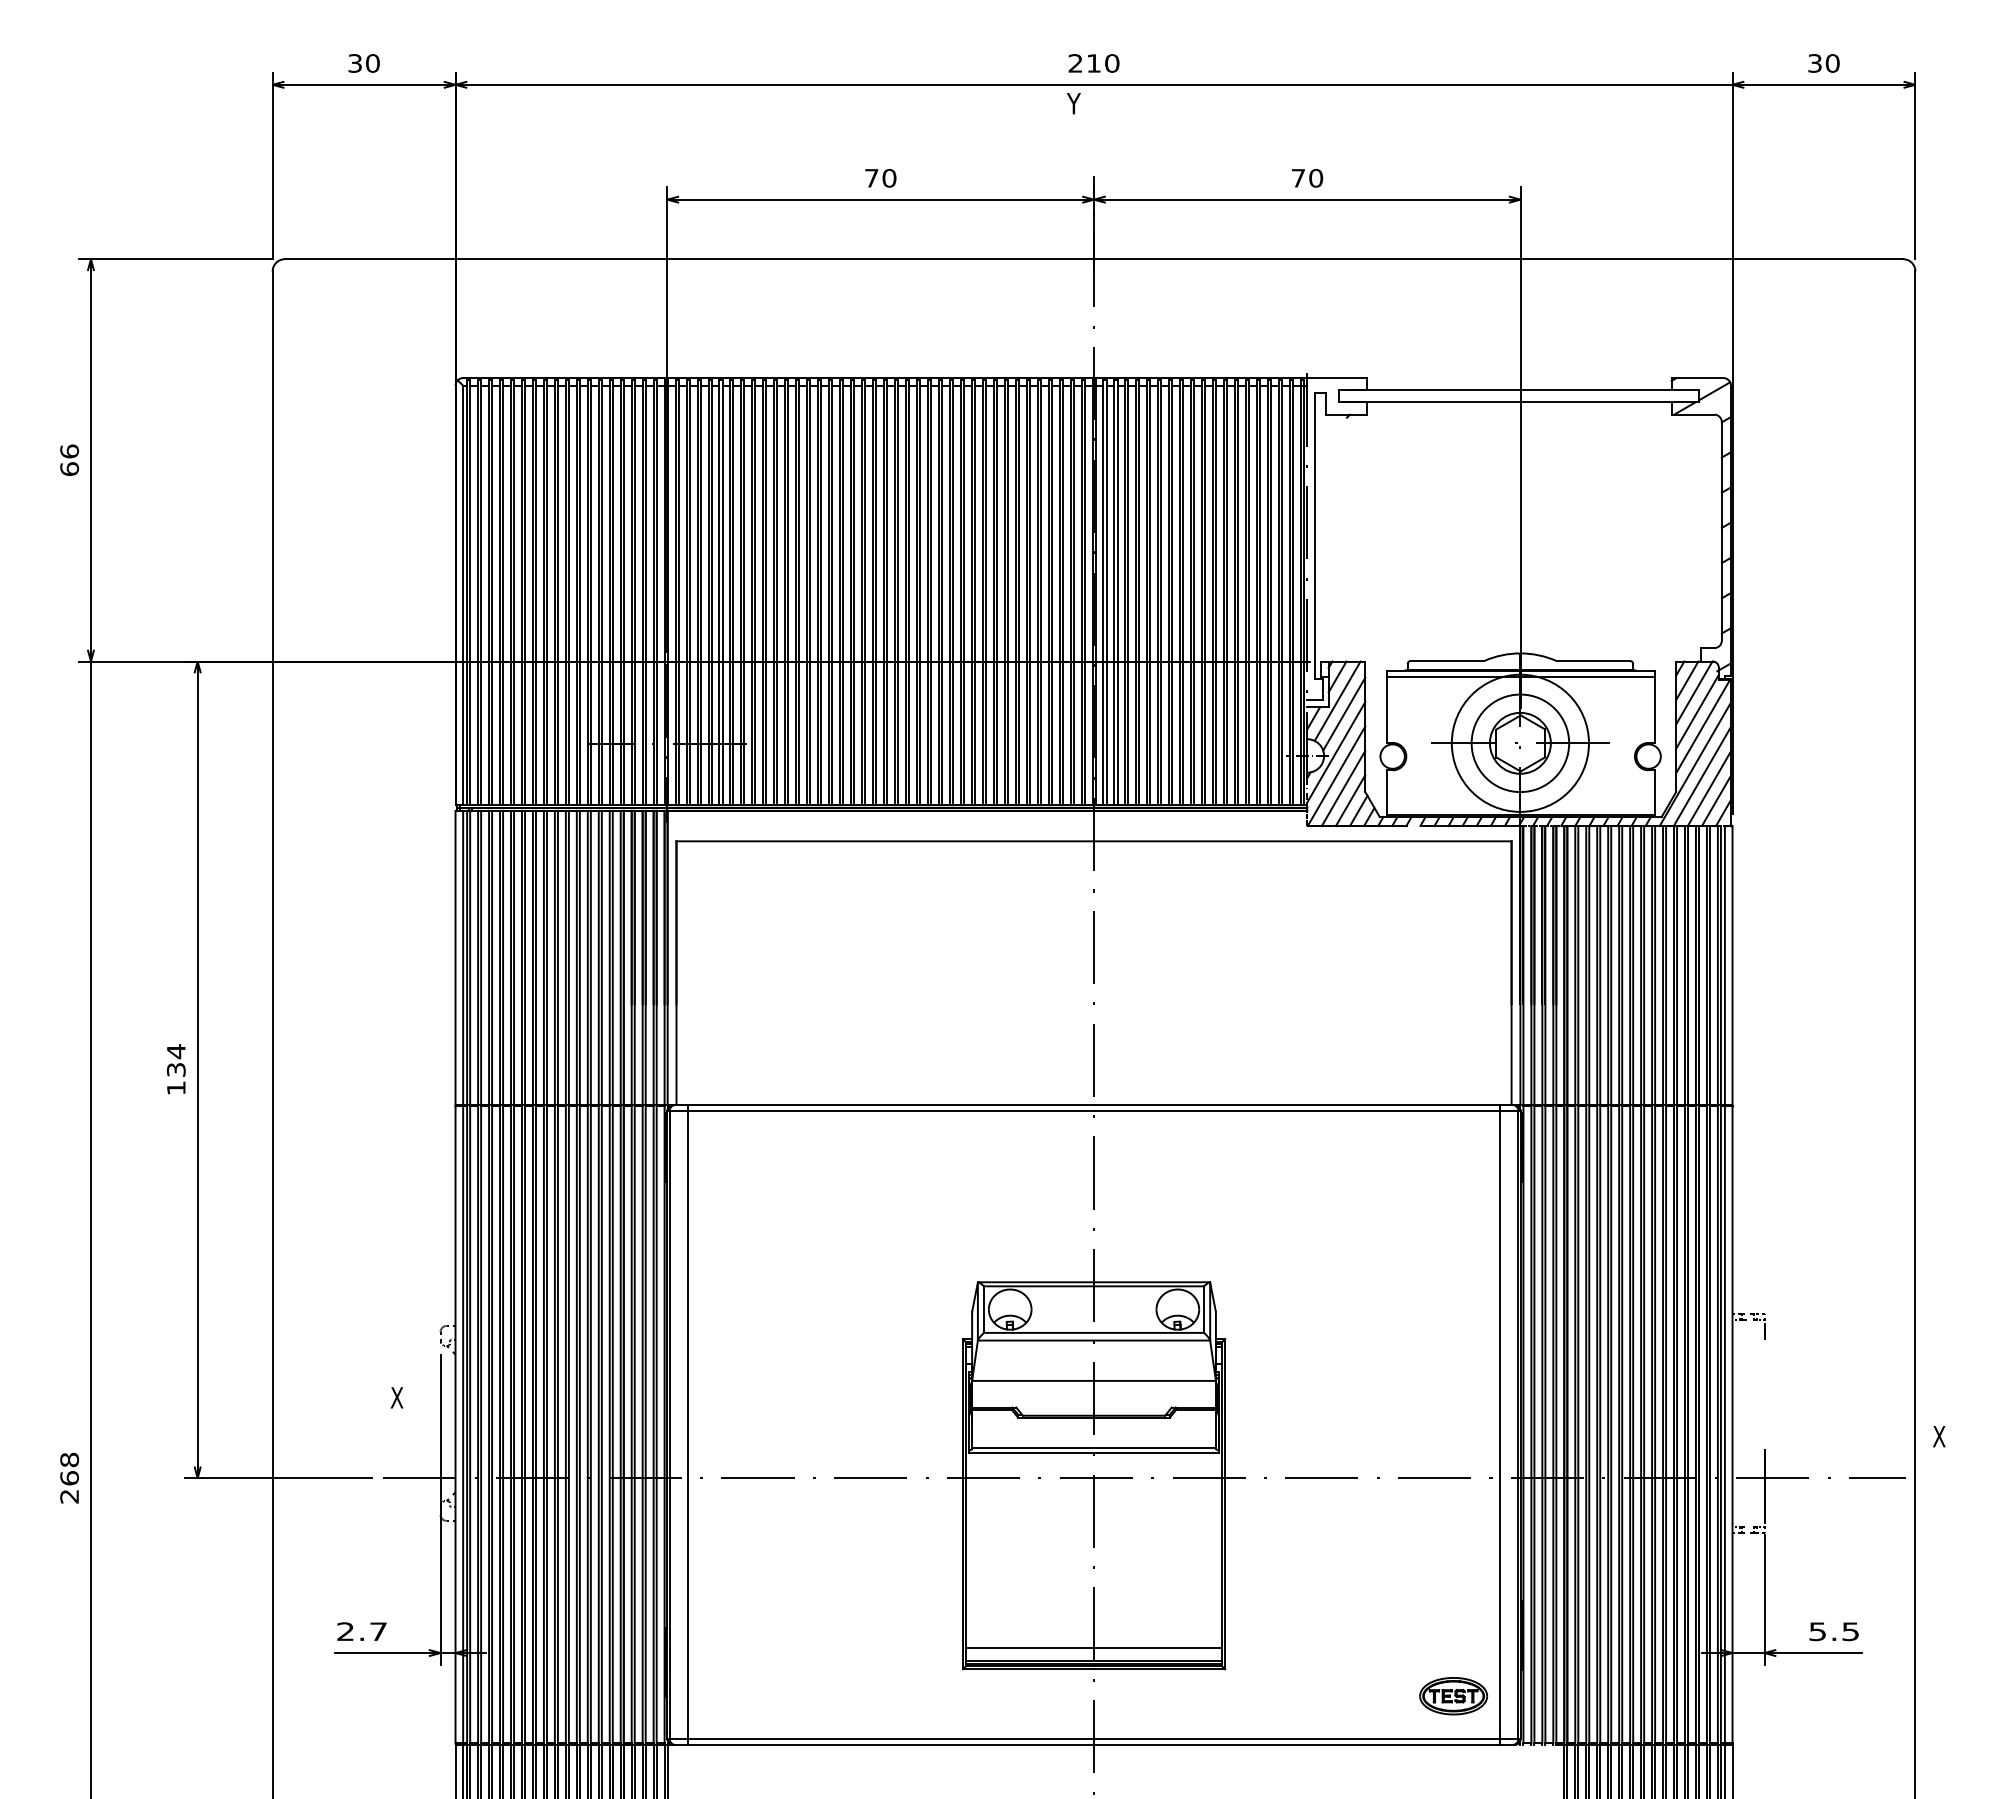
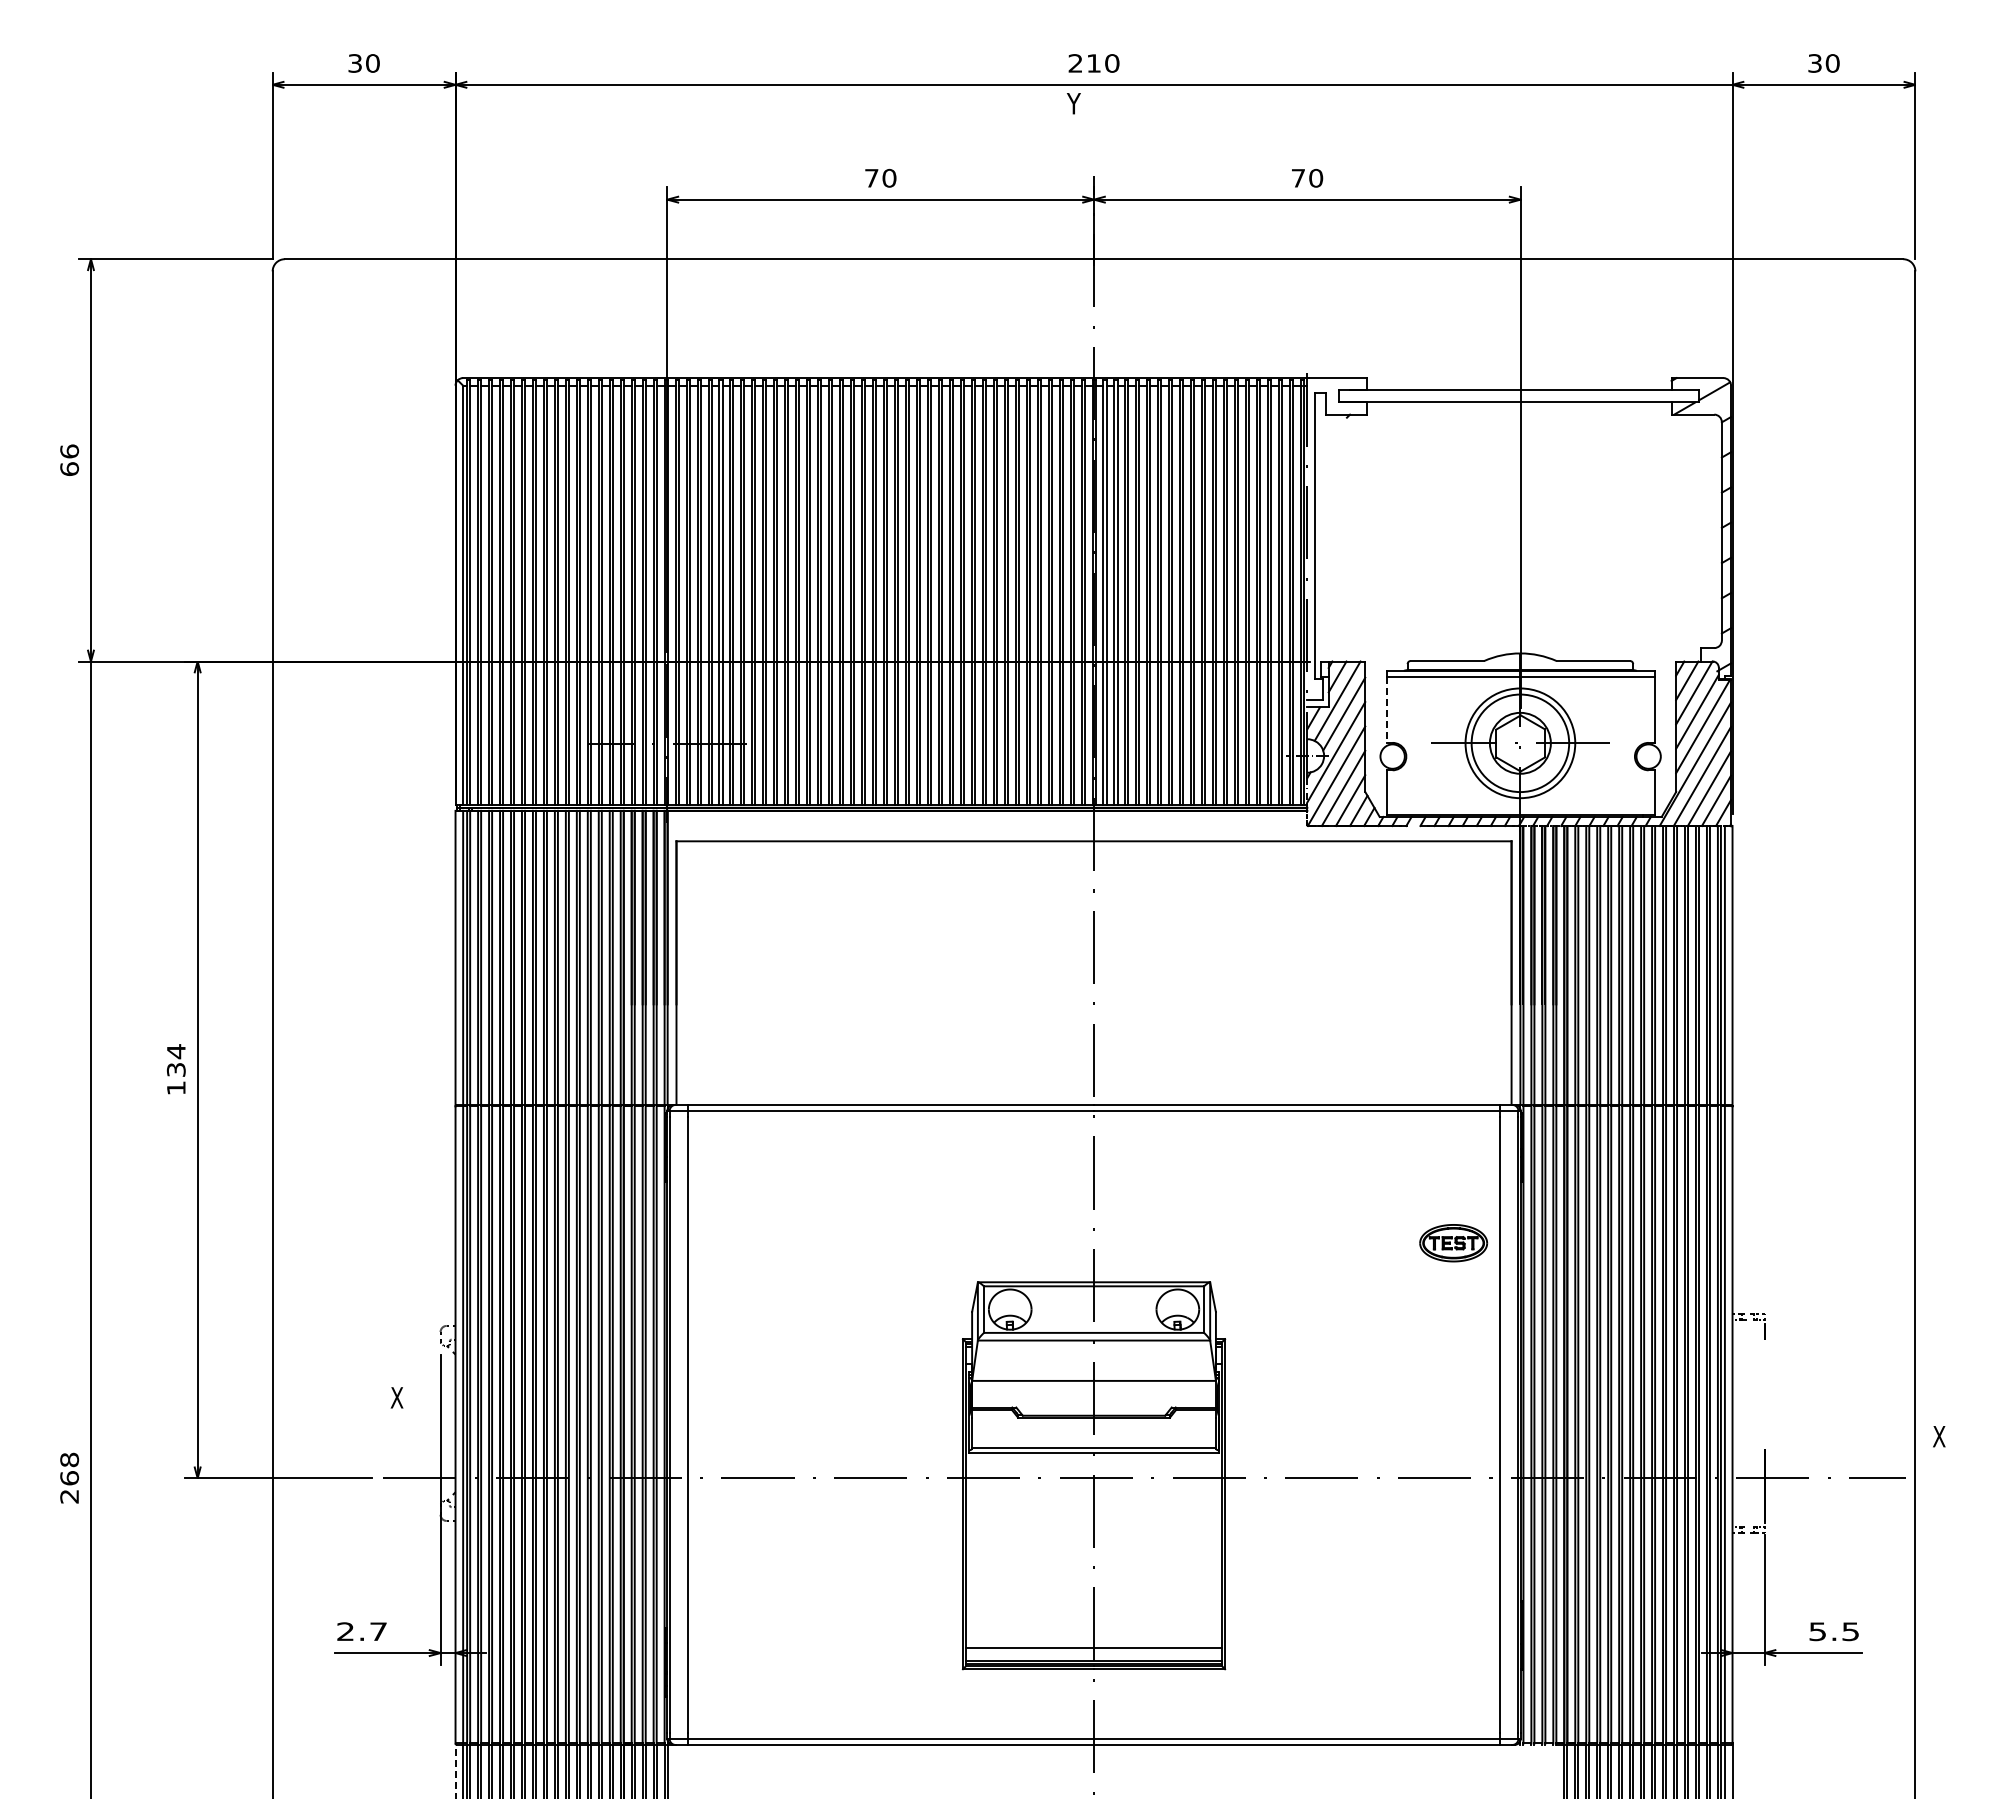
line at (1386, 710): solid -> dashed
circle at (1519, 742) diameter: 137 px -> 110 px
part at (1453, 1696) position: (1453, 1696) -> (1453, 1243)
line at (455, 1770): solid -> dashed
